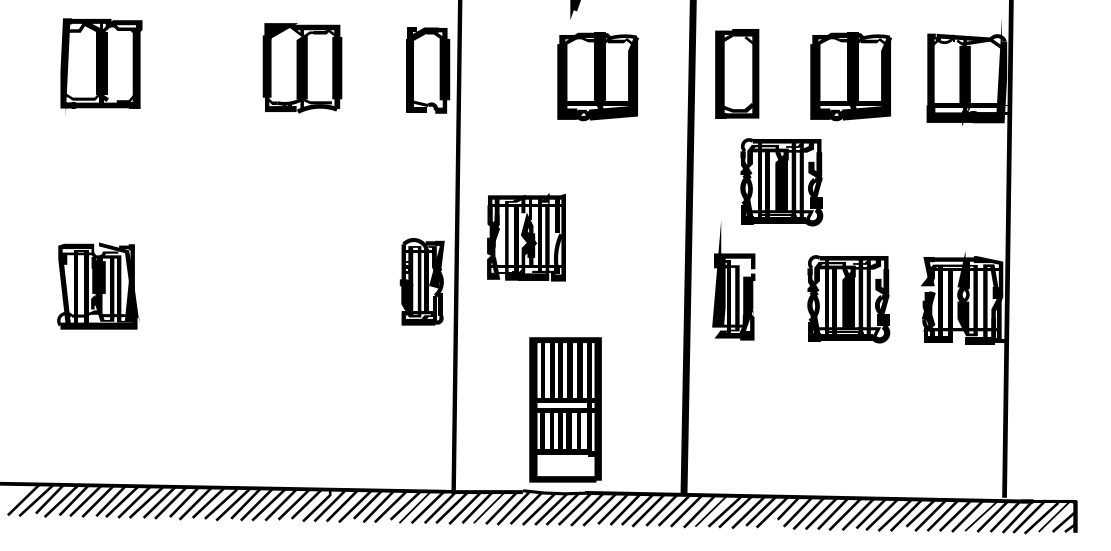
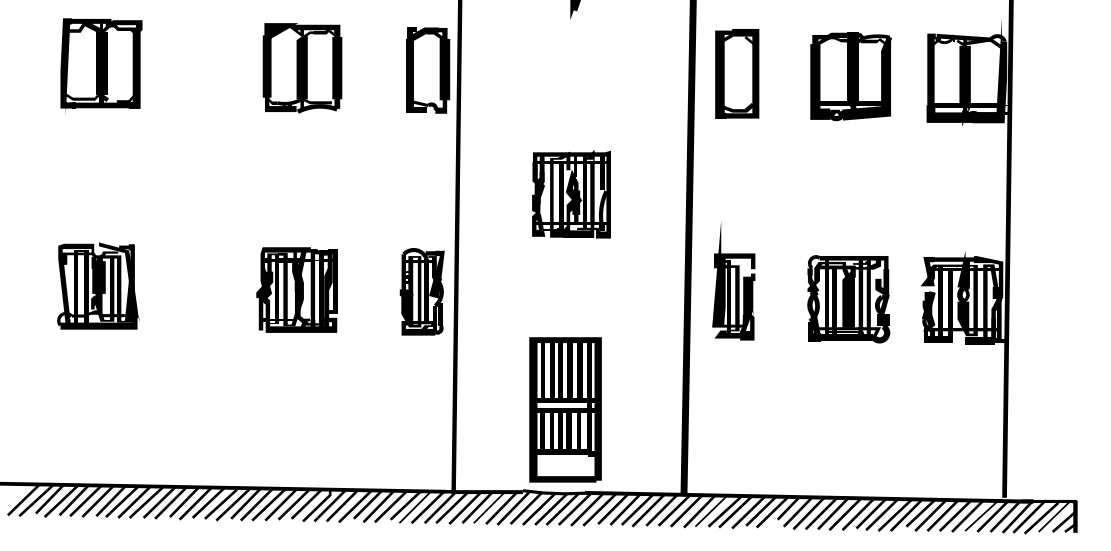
part at (597, 76): present -> none
part at (781, 182): present -> none
part at (526, 237) position: (526, 237) -> (571, 194)
part at (421, 281) position: (421, 281) -> (421, 291)
part at (296, 289): none -> present
